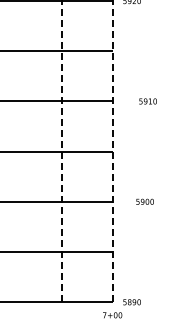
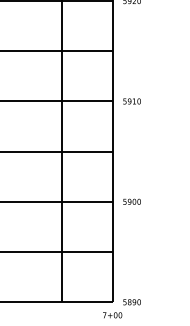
text at (147, 101) position: (147, 101) -> (131, 101)
line at (62, 151): dashed -> solid
line at (112, 151): dashed -> solid
text at (144, 201) position: (144, 201) -> (131, 201)
